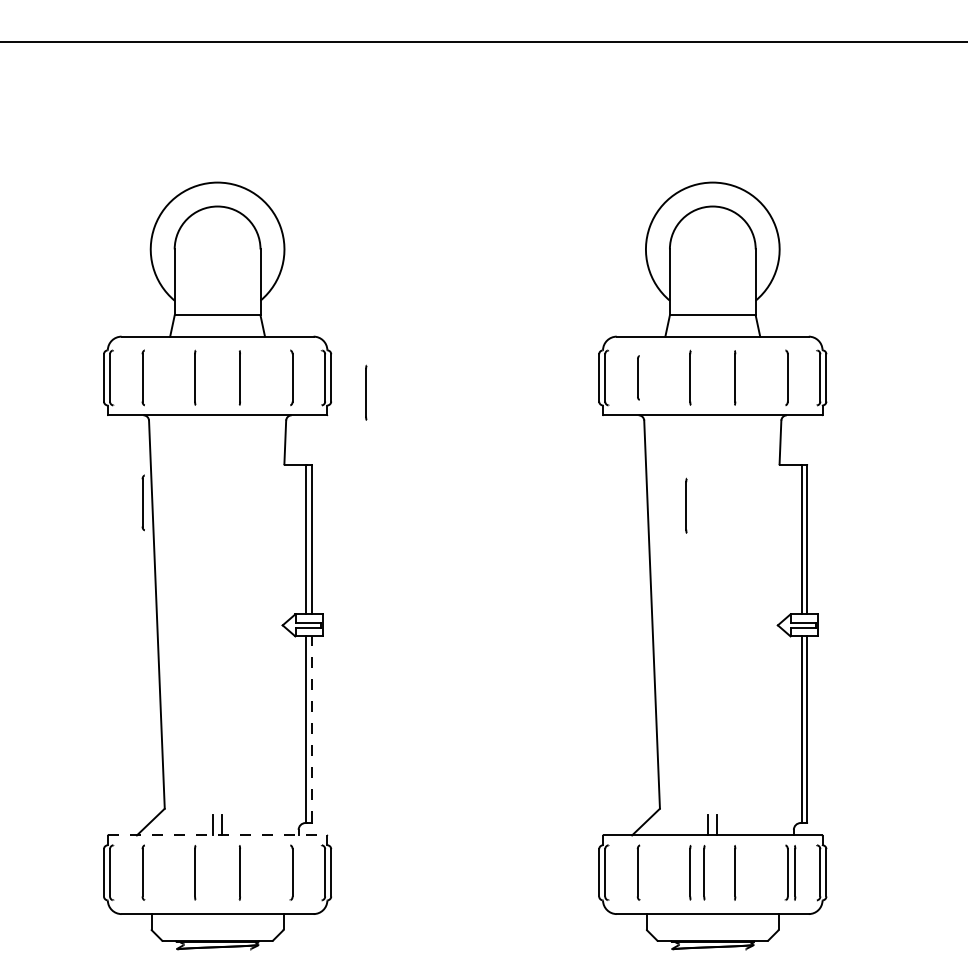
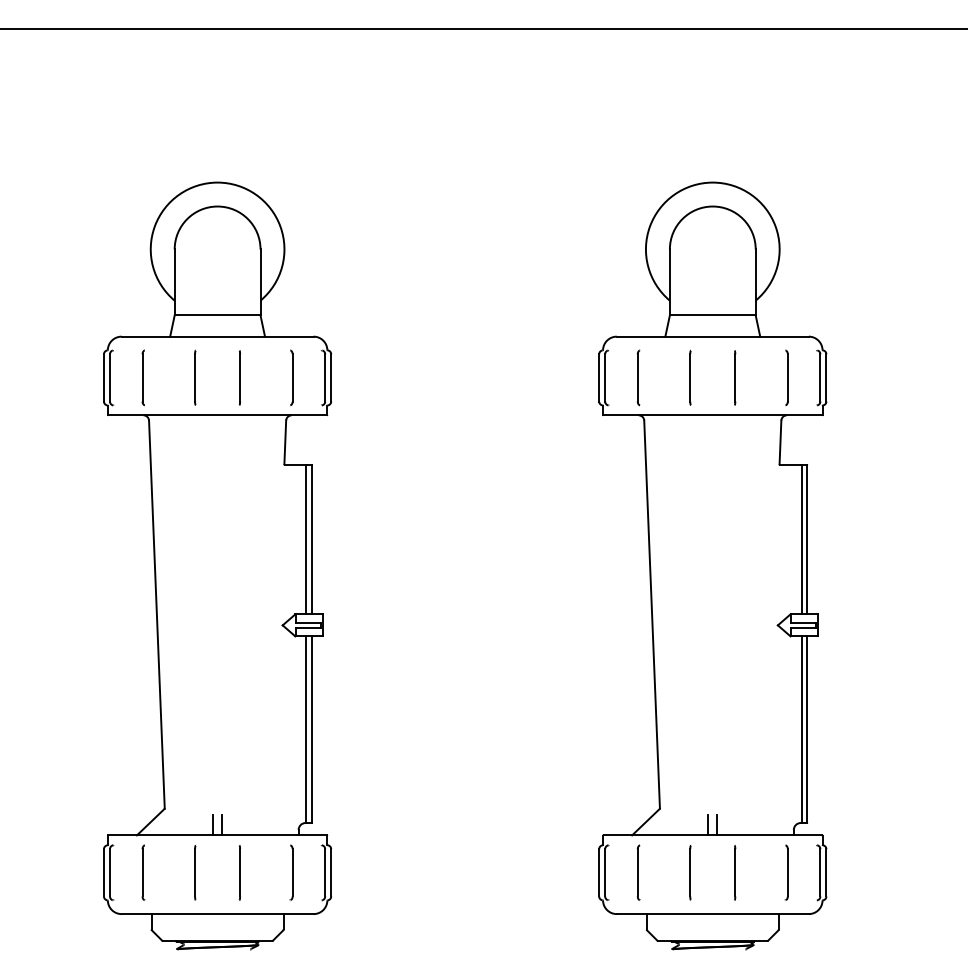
line at (483, 42) position: (483, 42) -> (483, 29)
part at (638, 377) size: 3x46 px -> 5x58 px
line at (366, 392): present -> none
part at (142, 502): present -> none
line at (686, 505): present -> none
line at (312, 728): dashed -> solid
line at (218, 835): dashed -> solid
line at (704, 872): present -> none
line at (795, 872): present -> none
